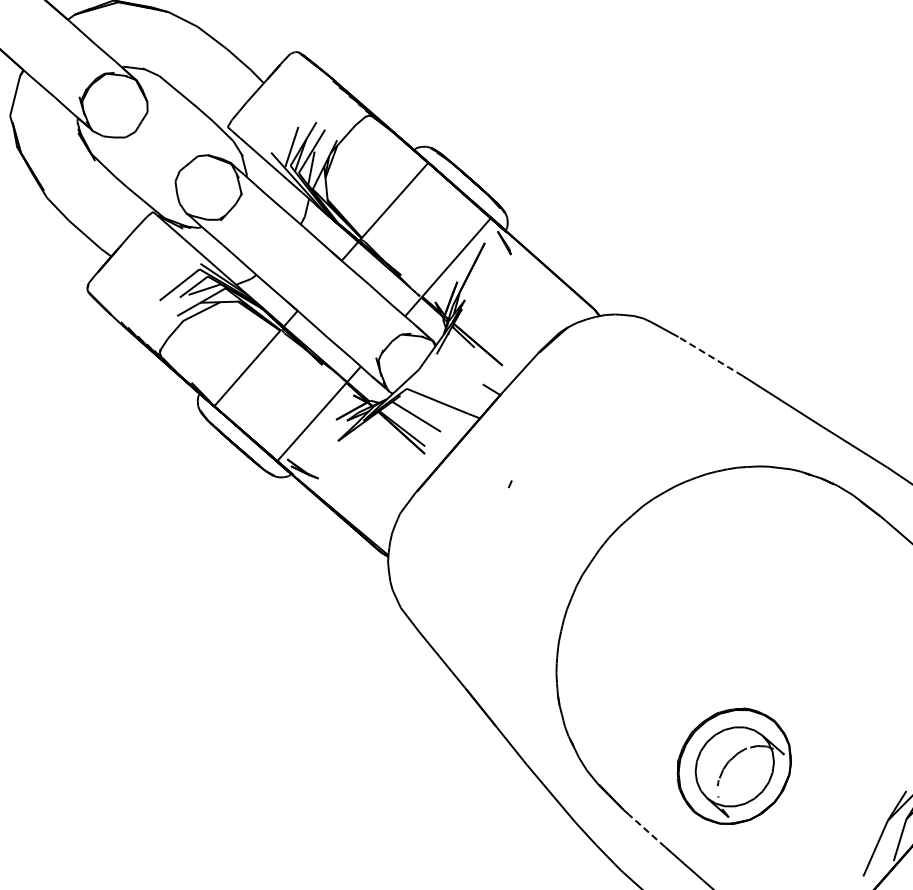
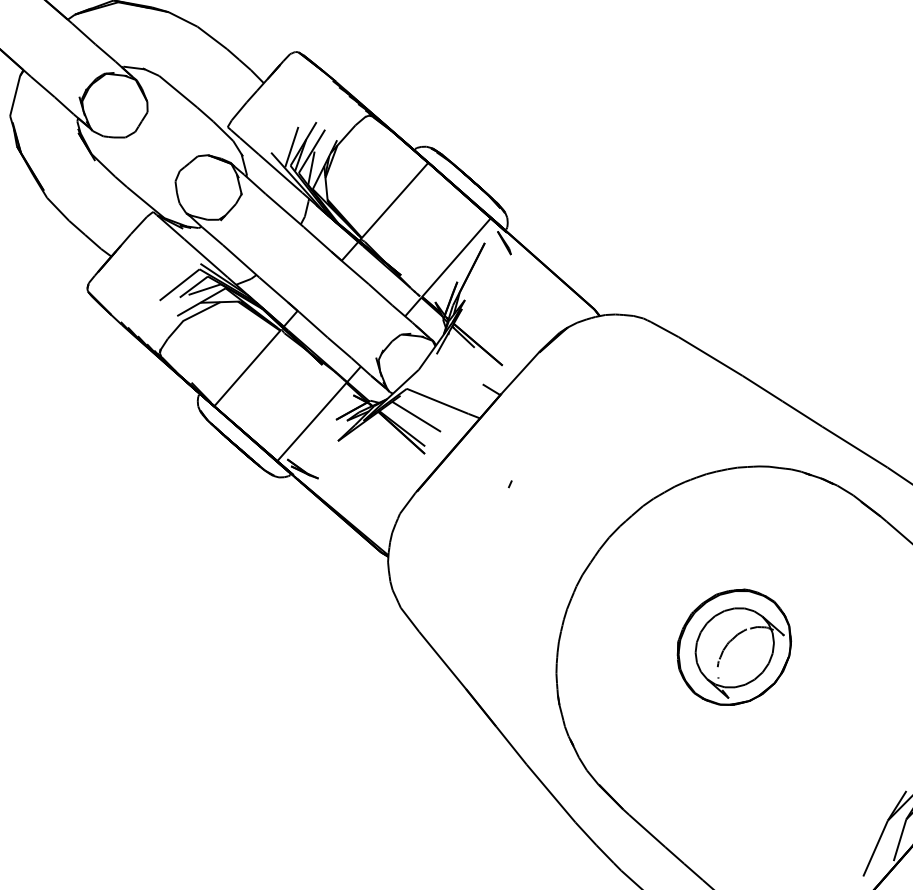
line at (710, 356): dashed -> solid
part at (734, 765) position: (734, 765) -> (734, 646)
line at (646, 830): dashed -> solid
